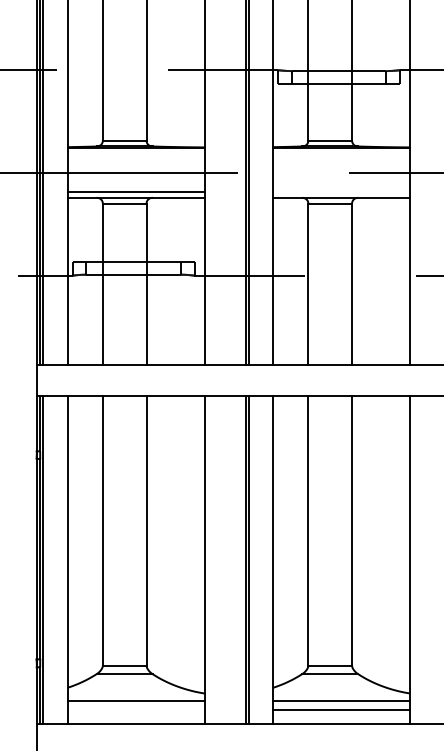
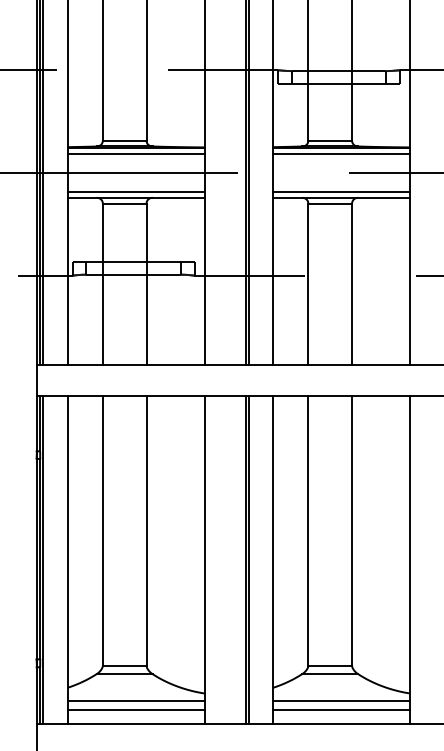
line at (135, 154): none -> present
line at (341, 154): none -> present
line at (341, 191): none -> present
line at (135, 709): none -> present
